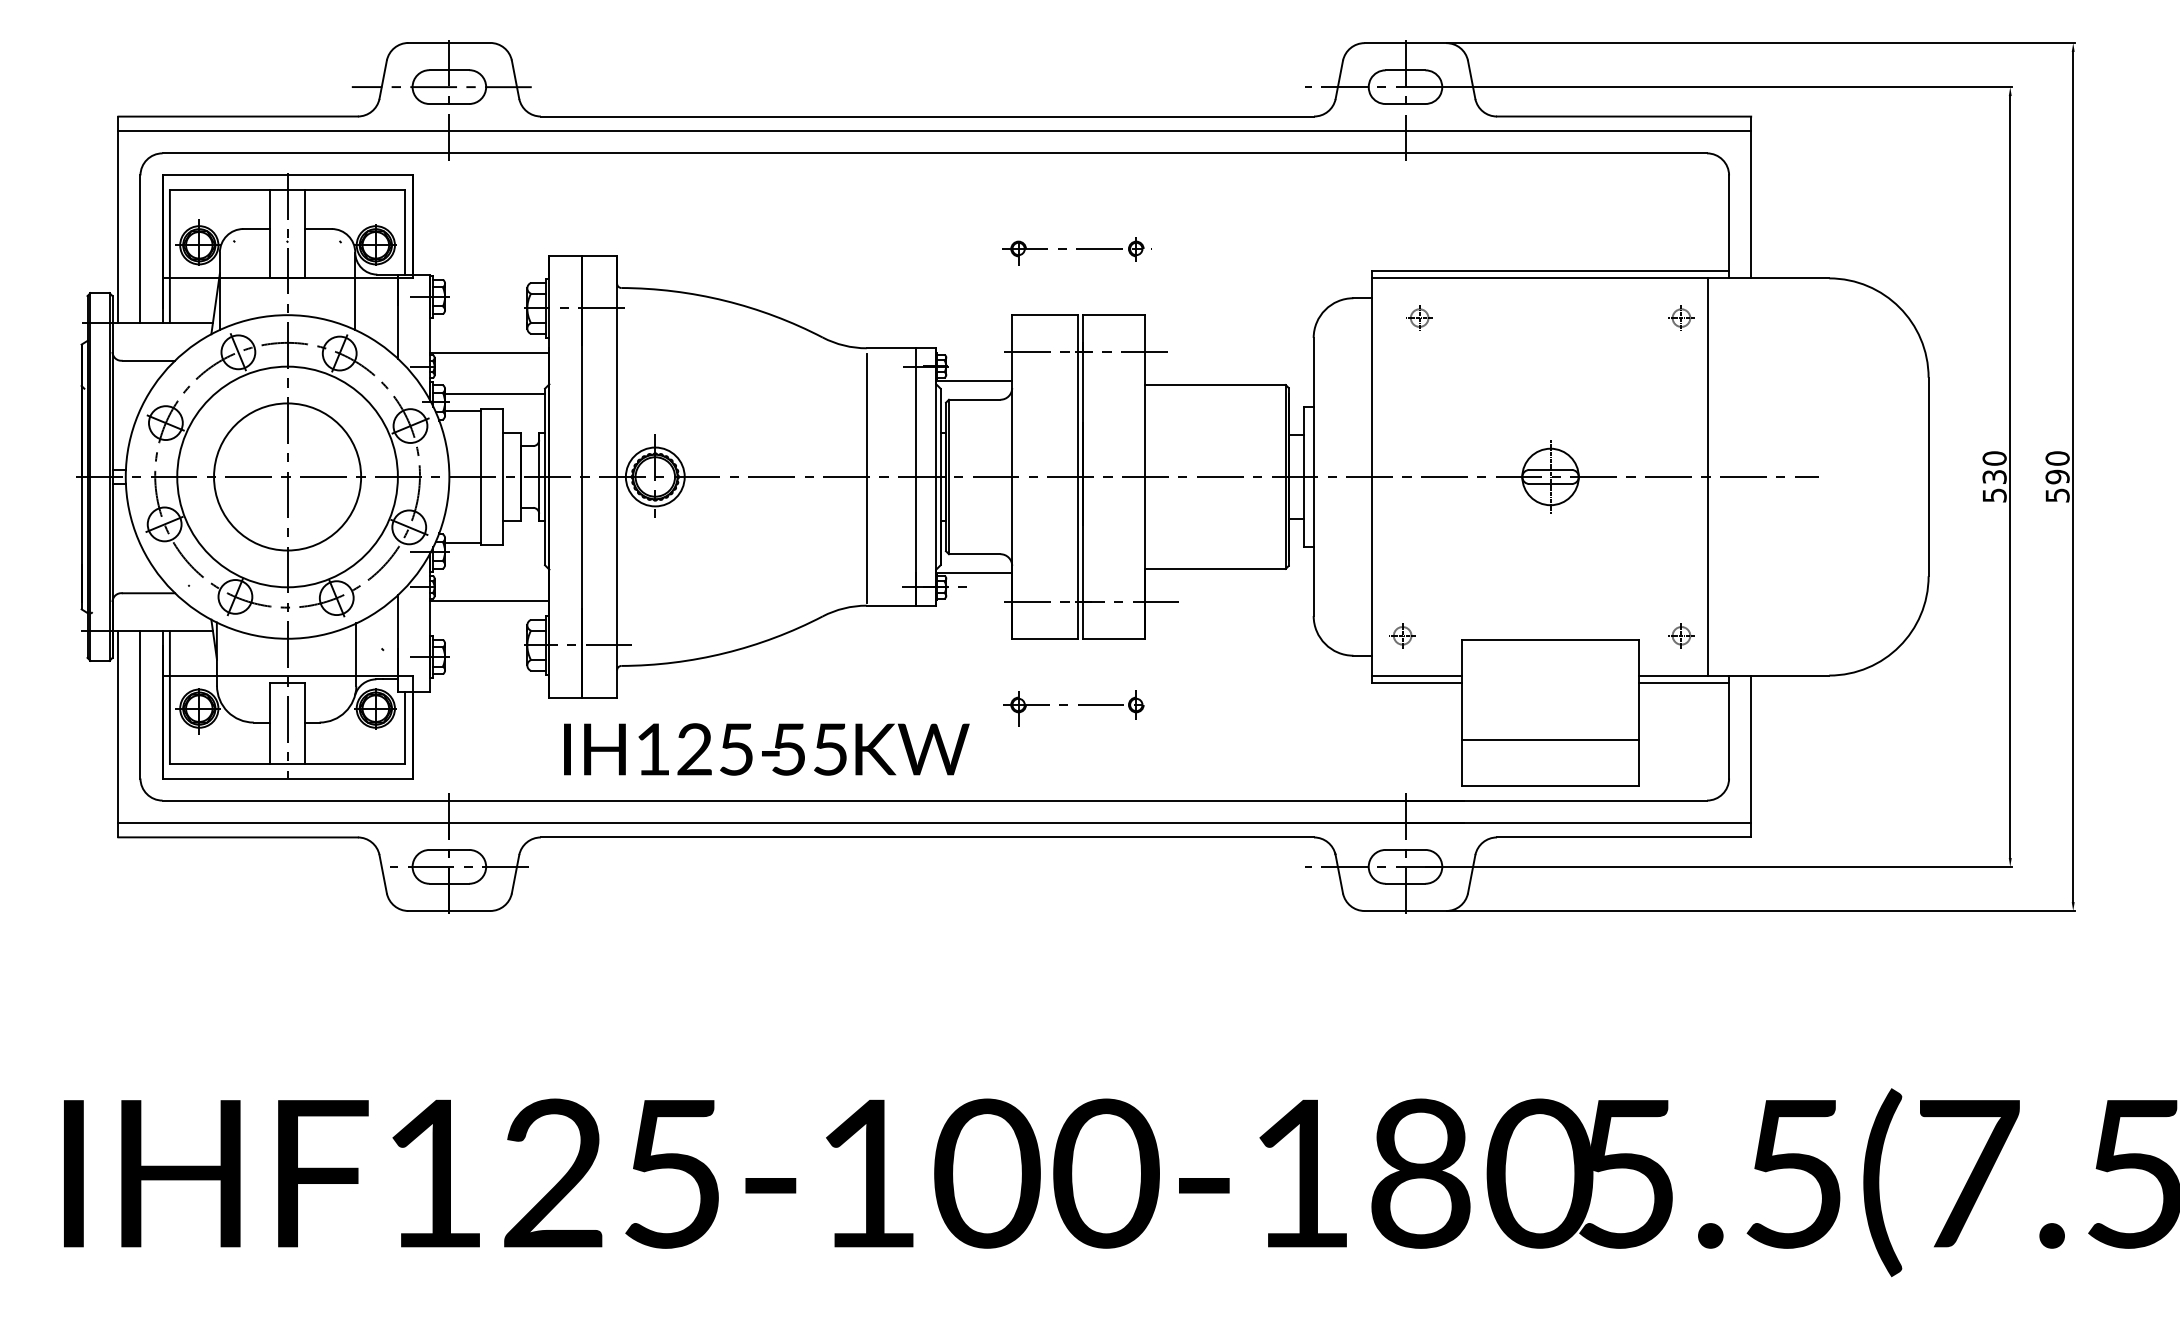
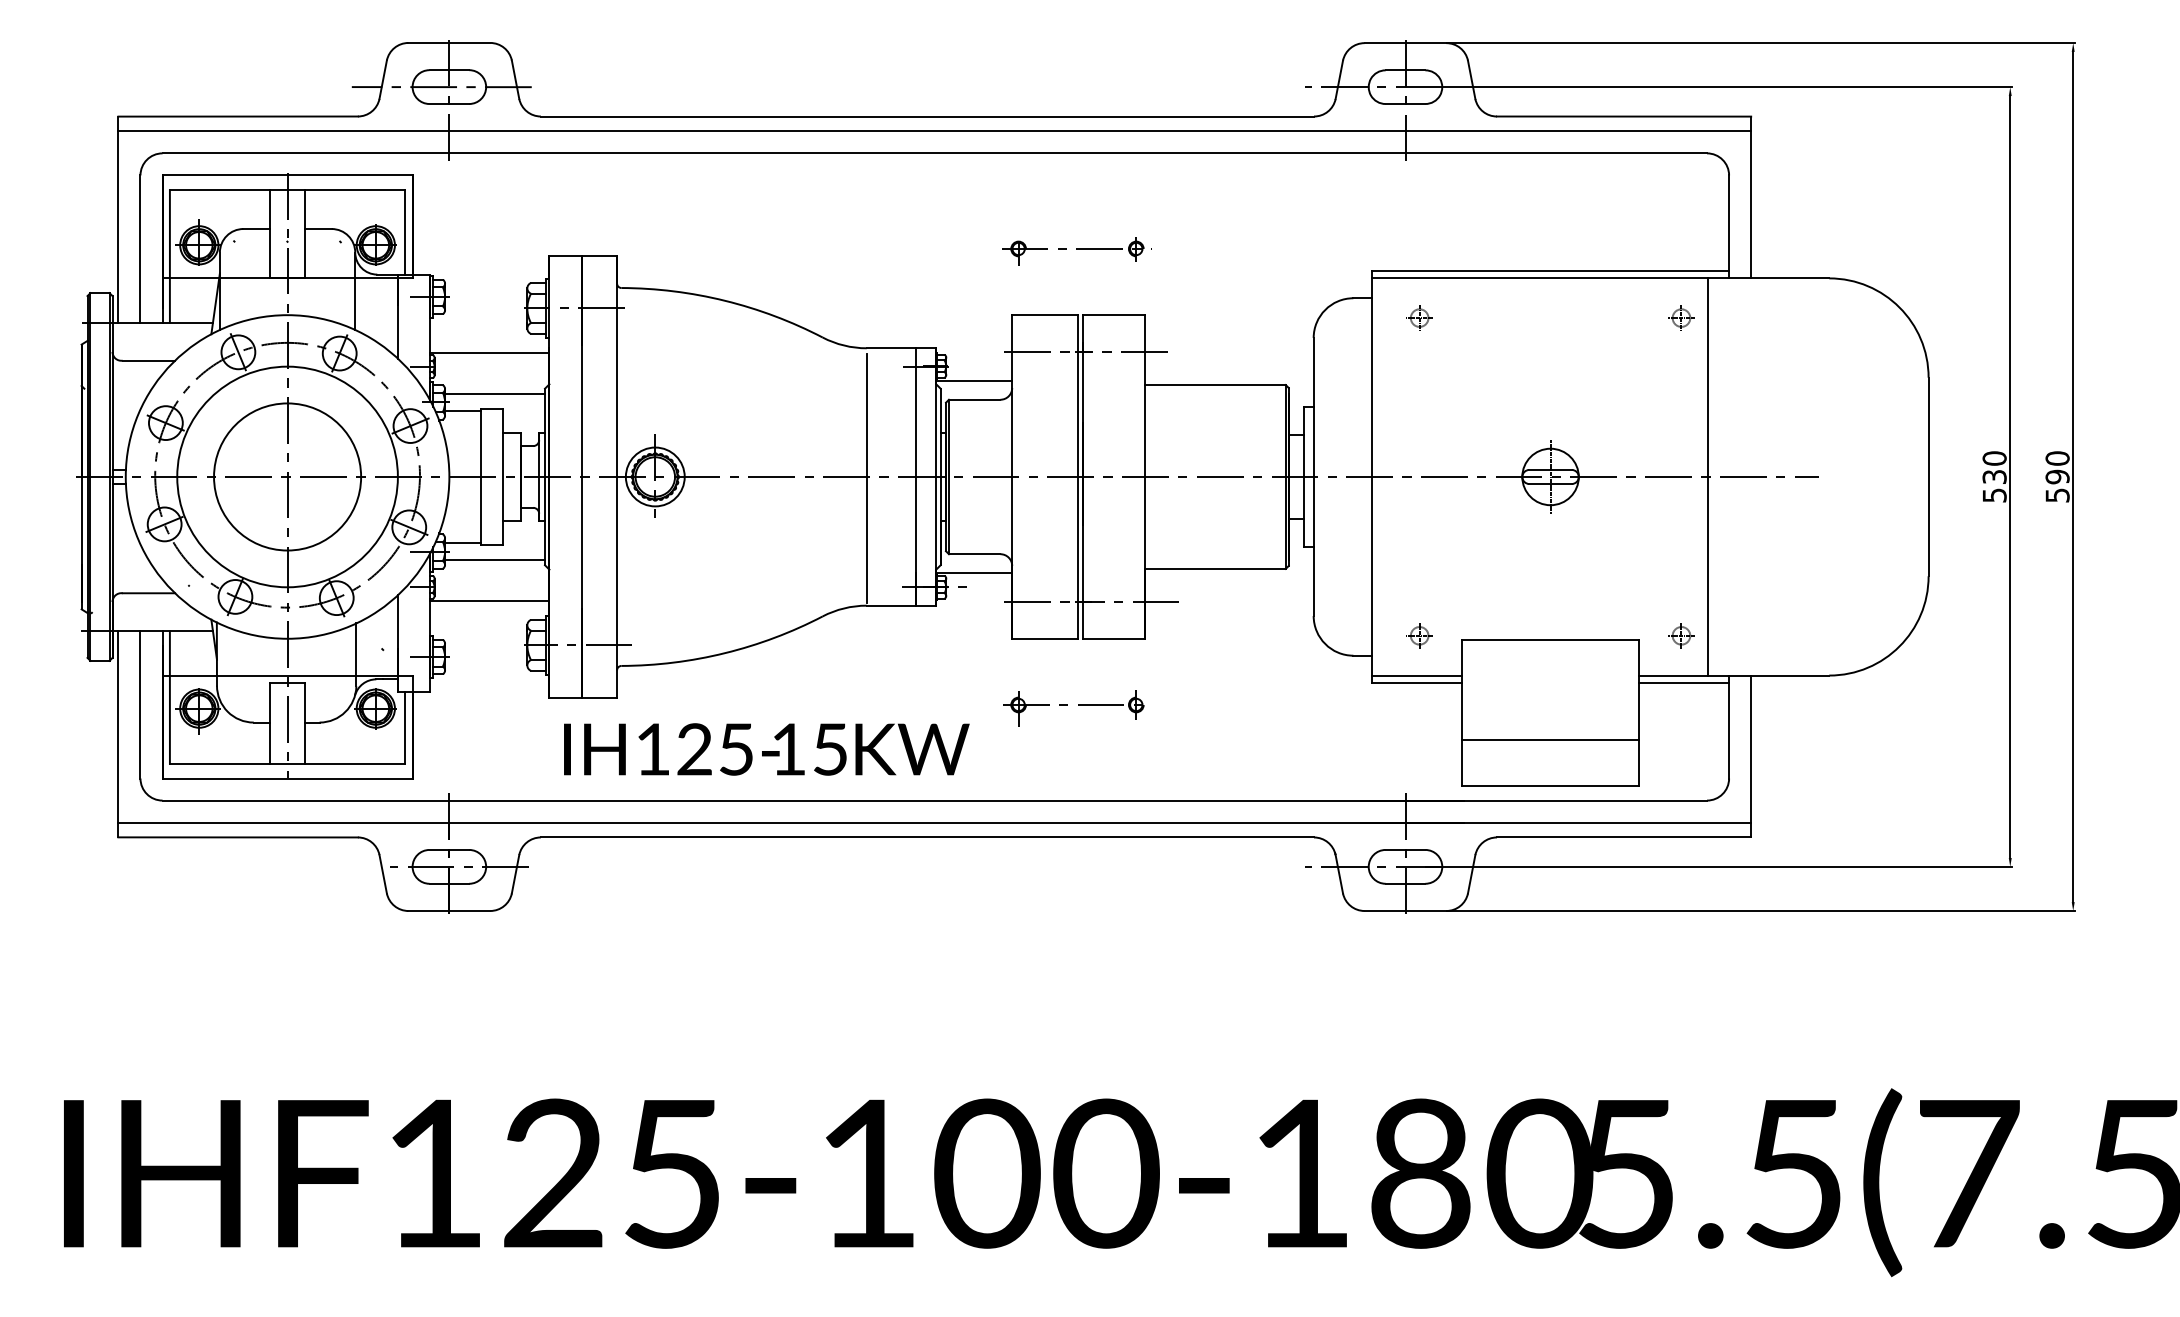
line at (495, 560): none -> present
part at (1402, 635) position: (1402, 635) -> (1419, 635)
text at (788, 749): 55 -> 15
